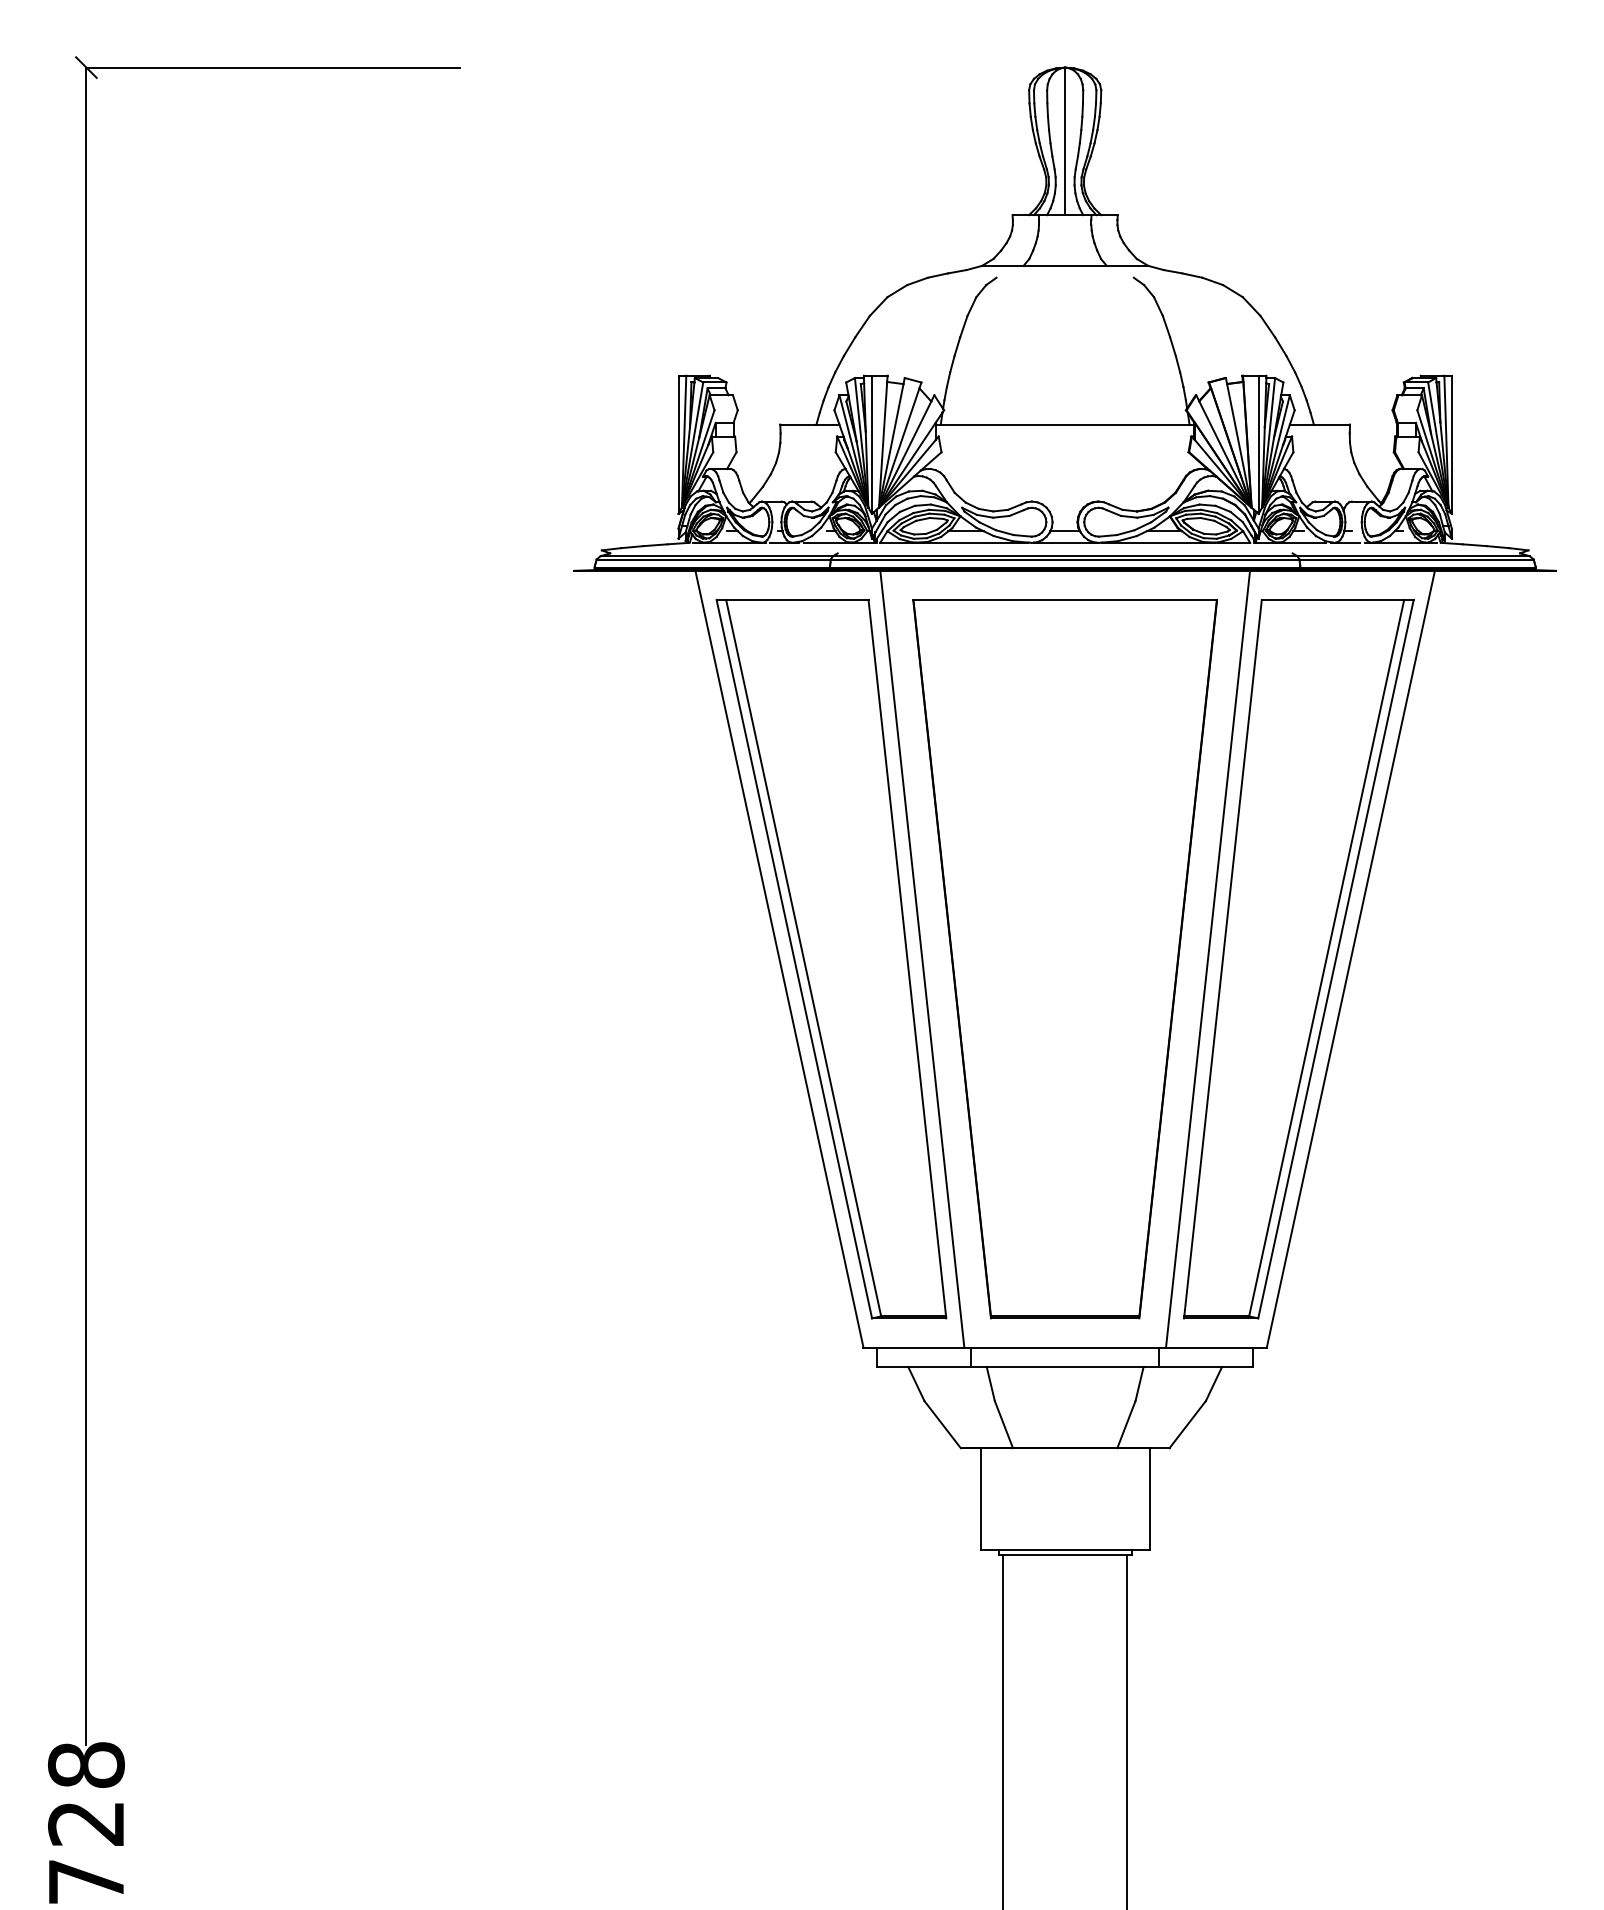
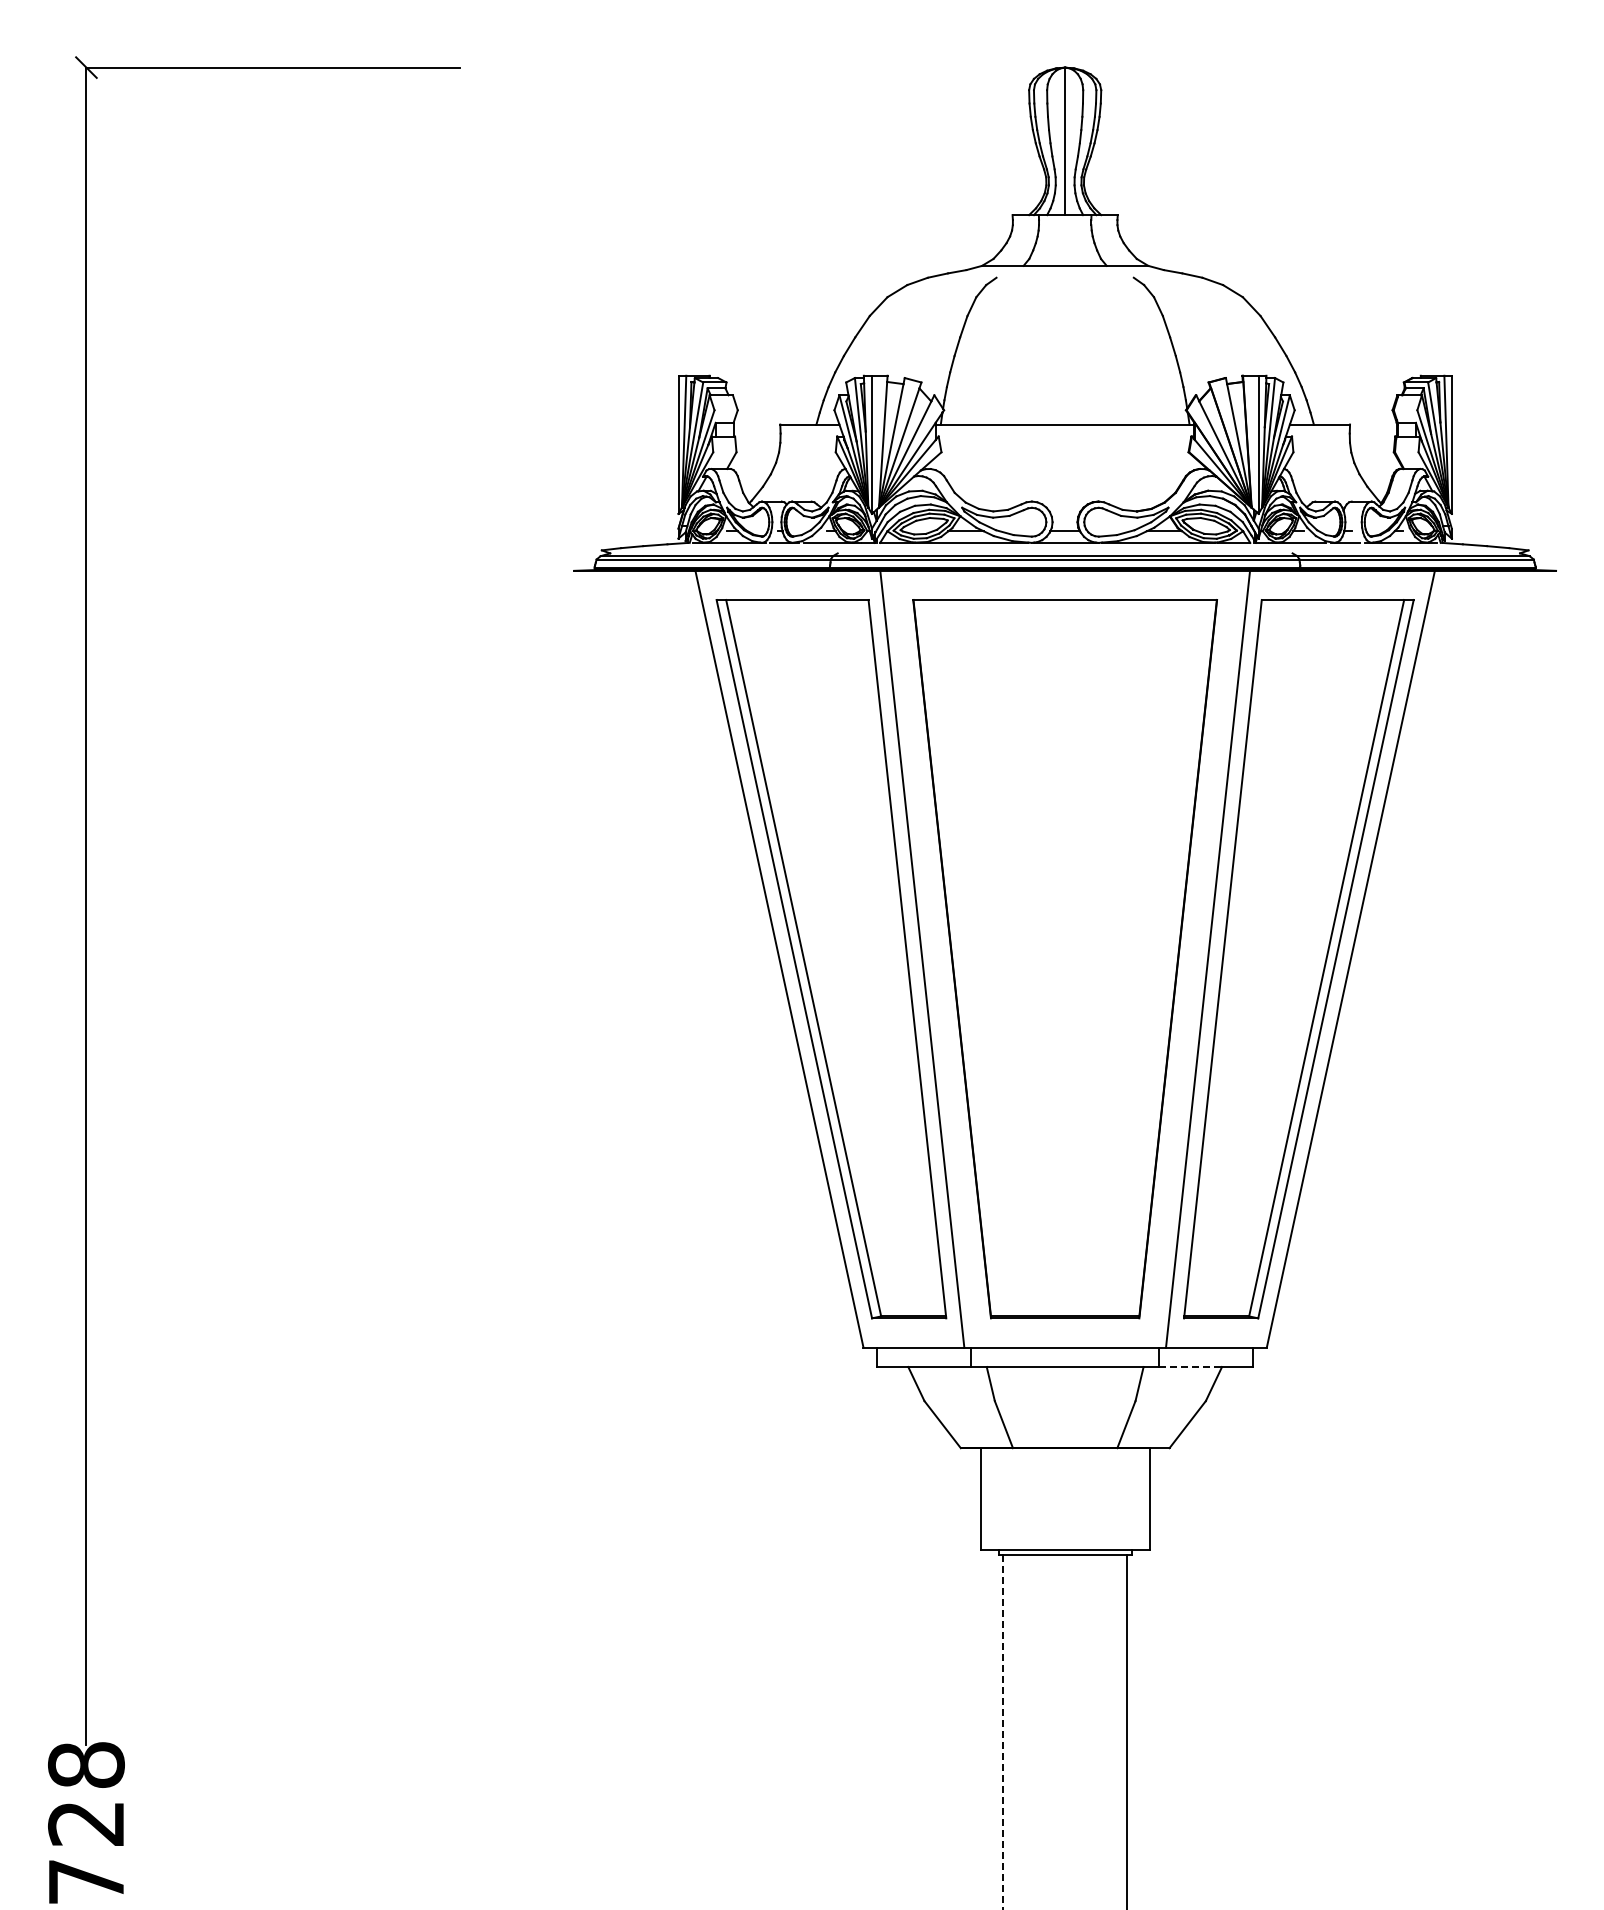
line at (1191, 1367): solid -> dashed
line at (1003, 1733): solid -> dashed
